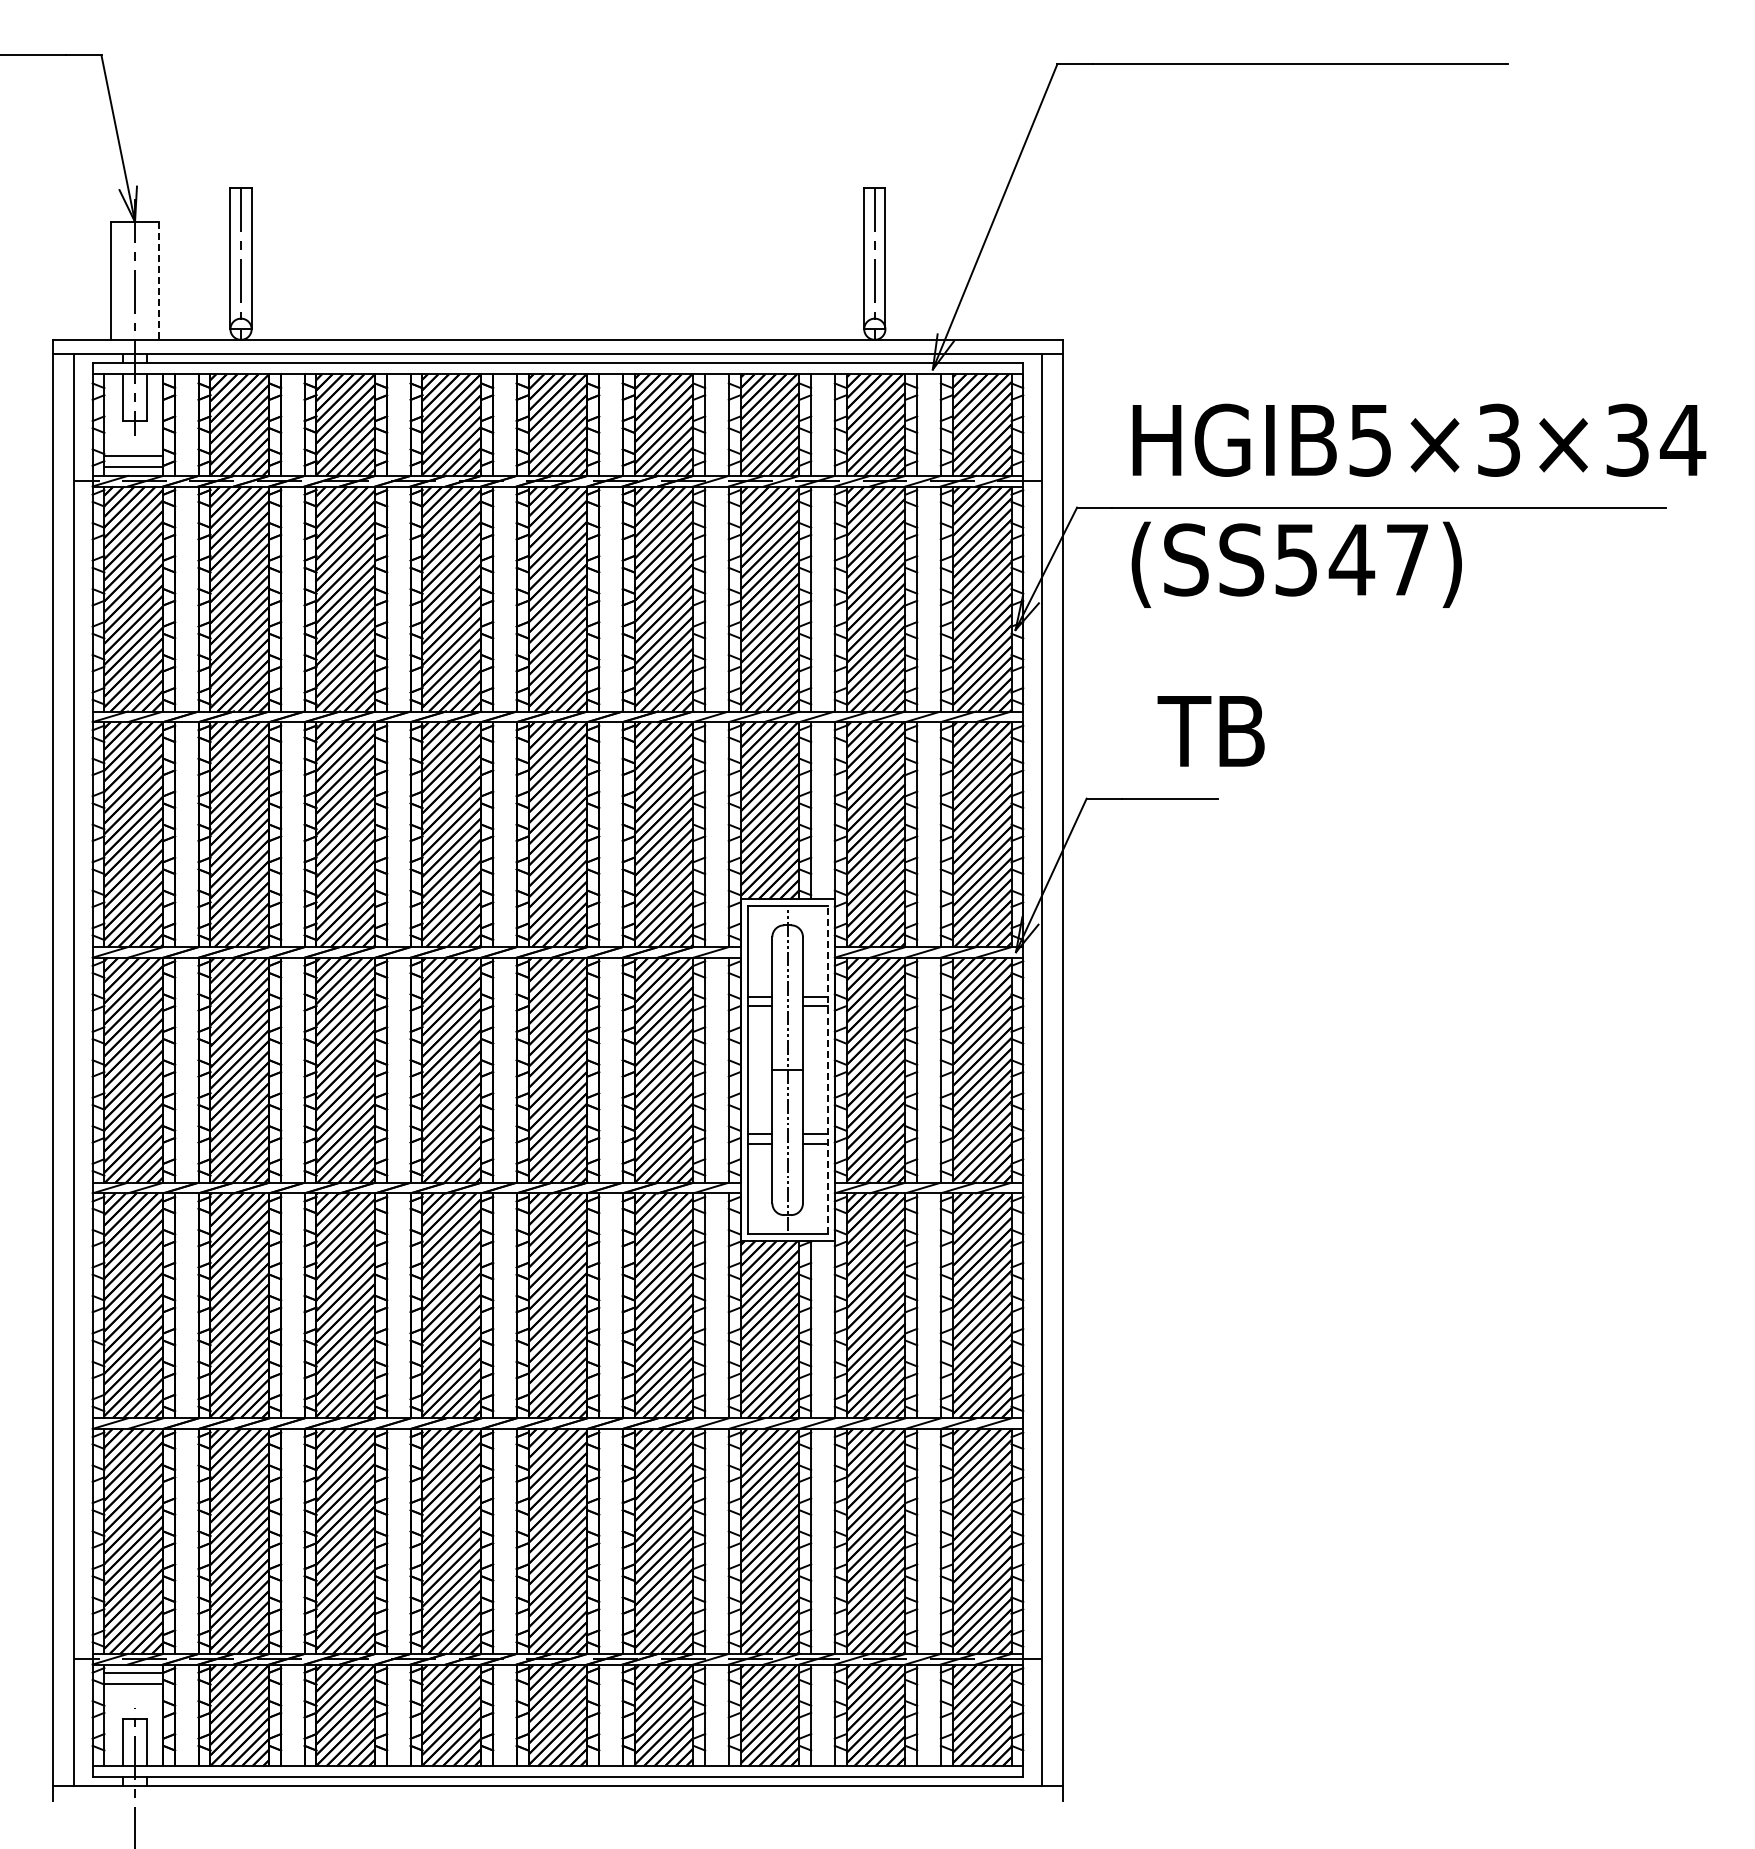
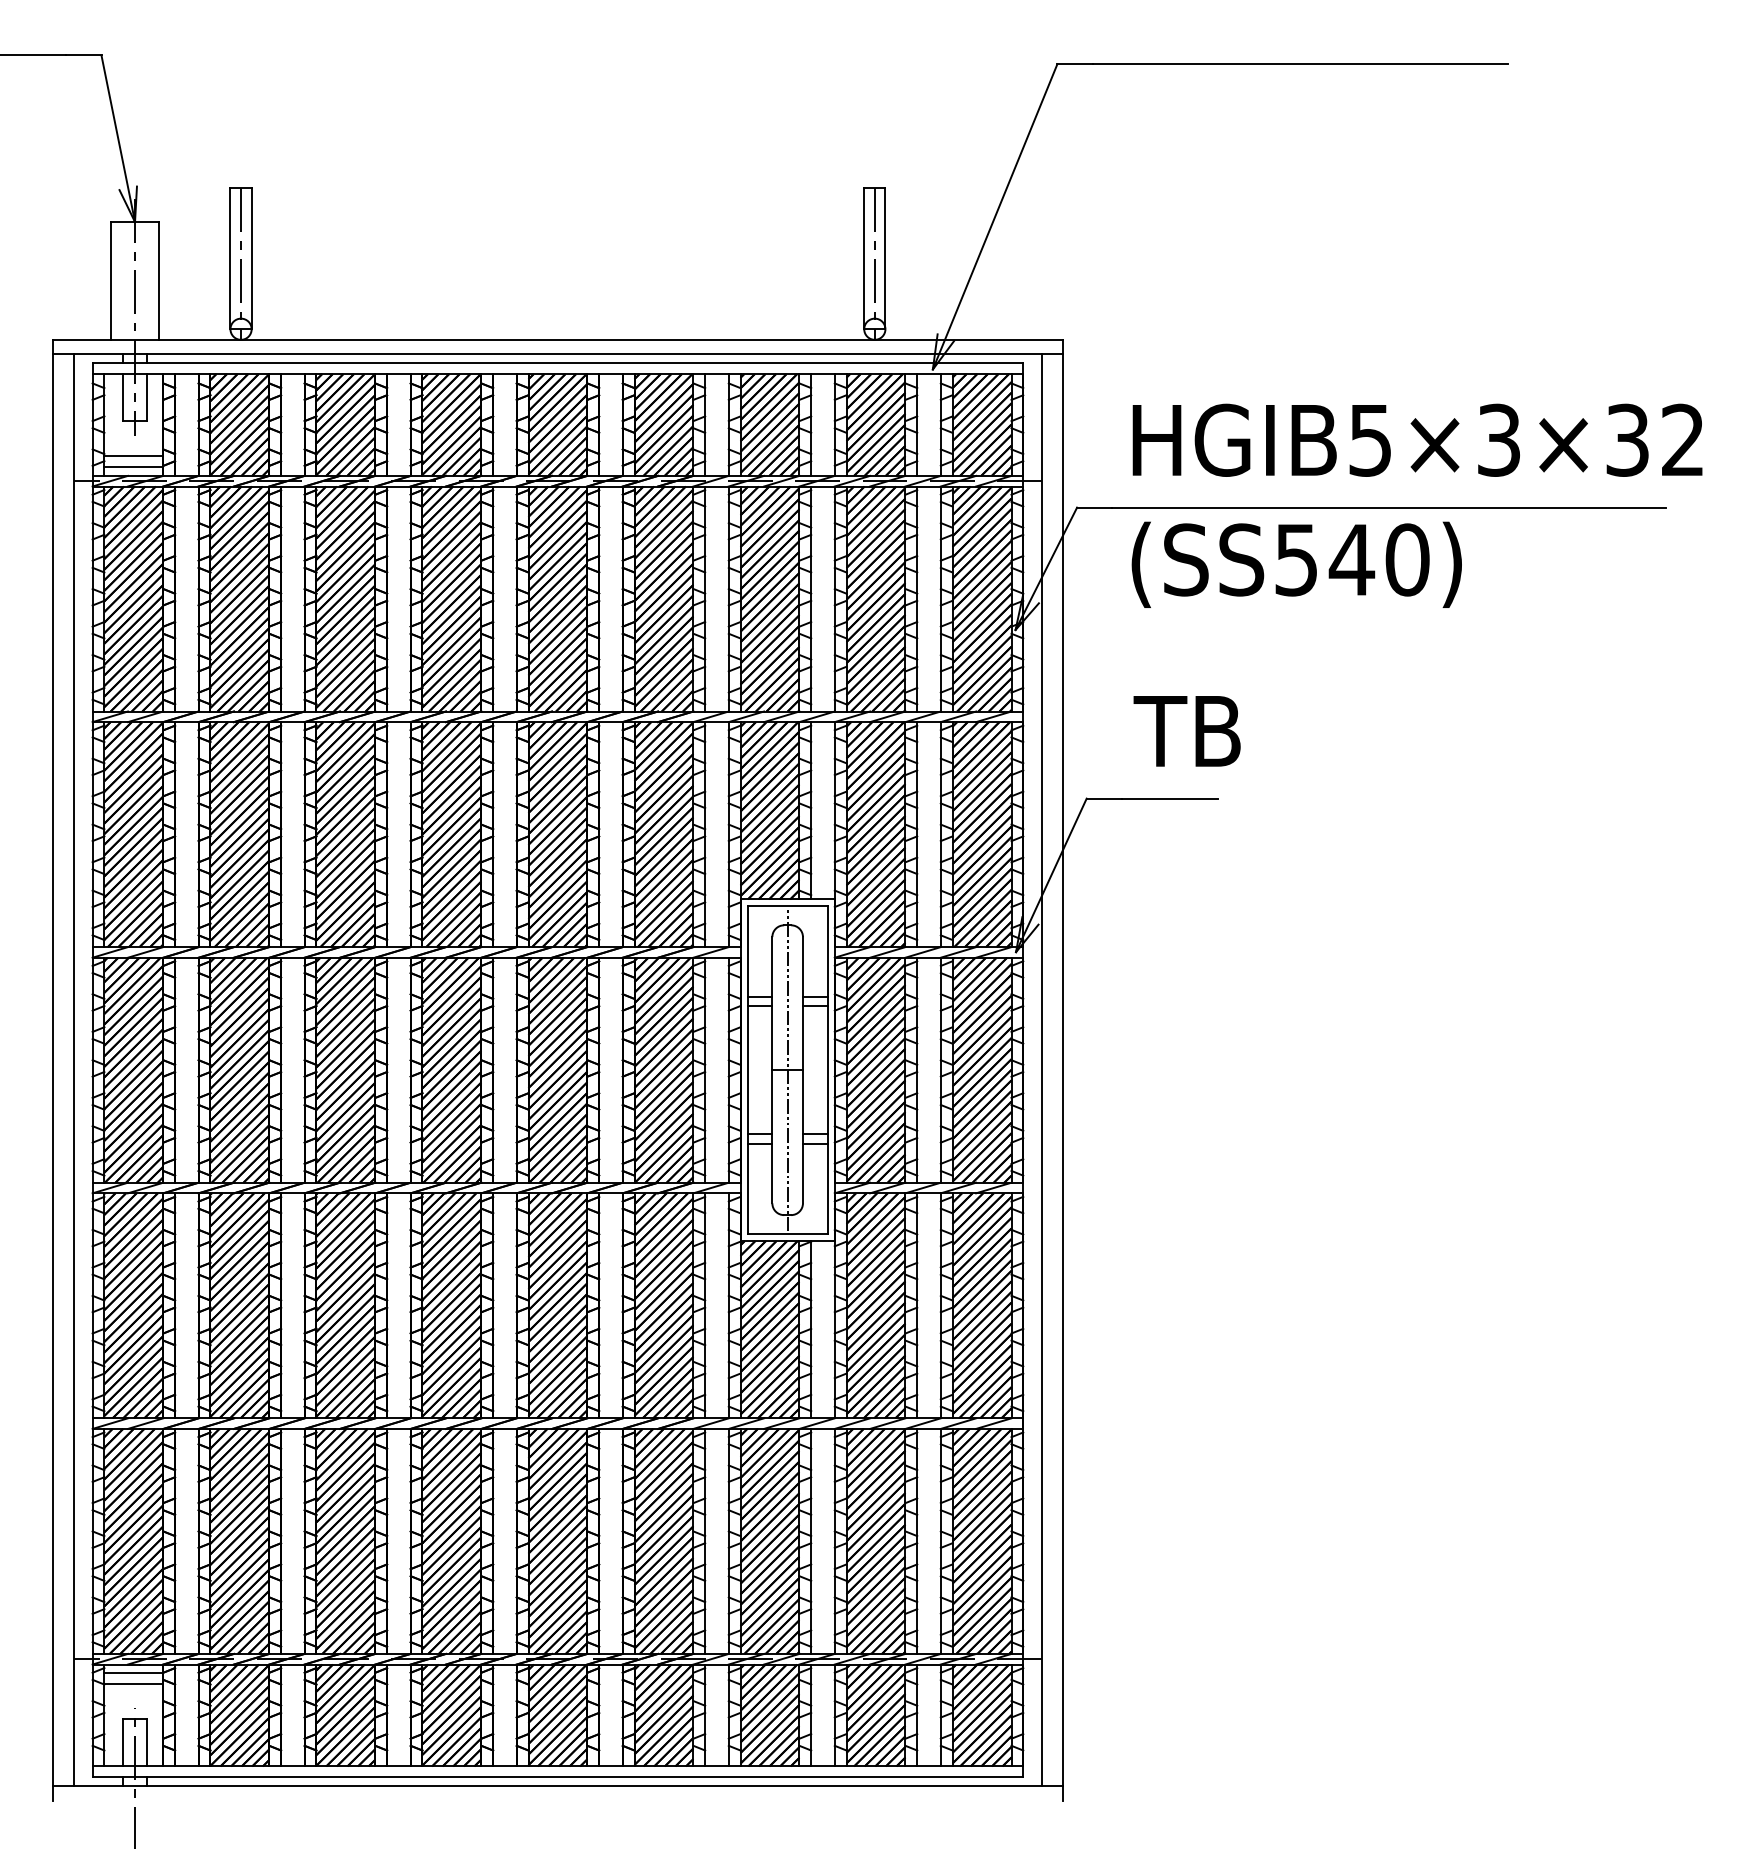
line at (158, 280): dashed -> solid
text at (1683, 439): HGIB5×3×34 -> HGIB5×3×32
text at (1407, 559): (SS547) -> (SS540)
text at (1210, 731) position: (1210, 731) -> (1186, 731)
line at (827, 1070): dashed -> solid
